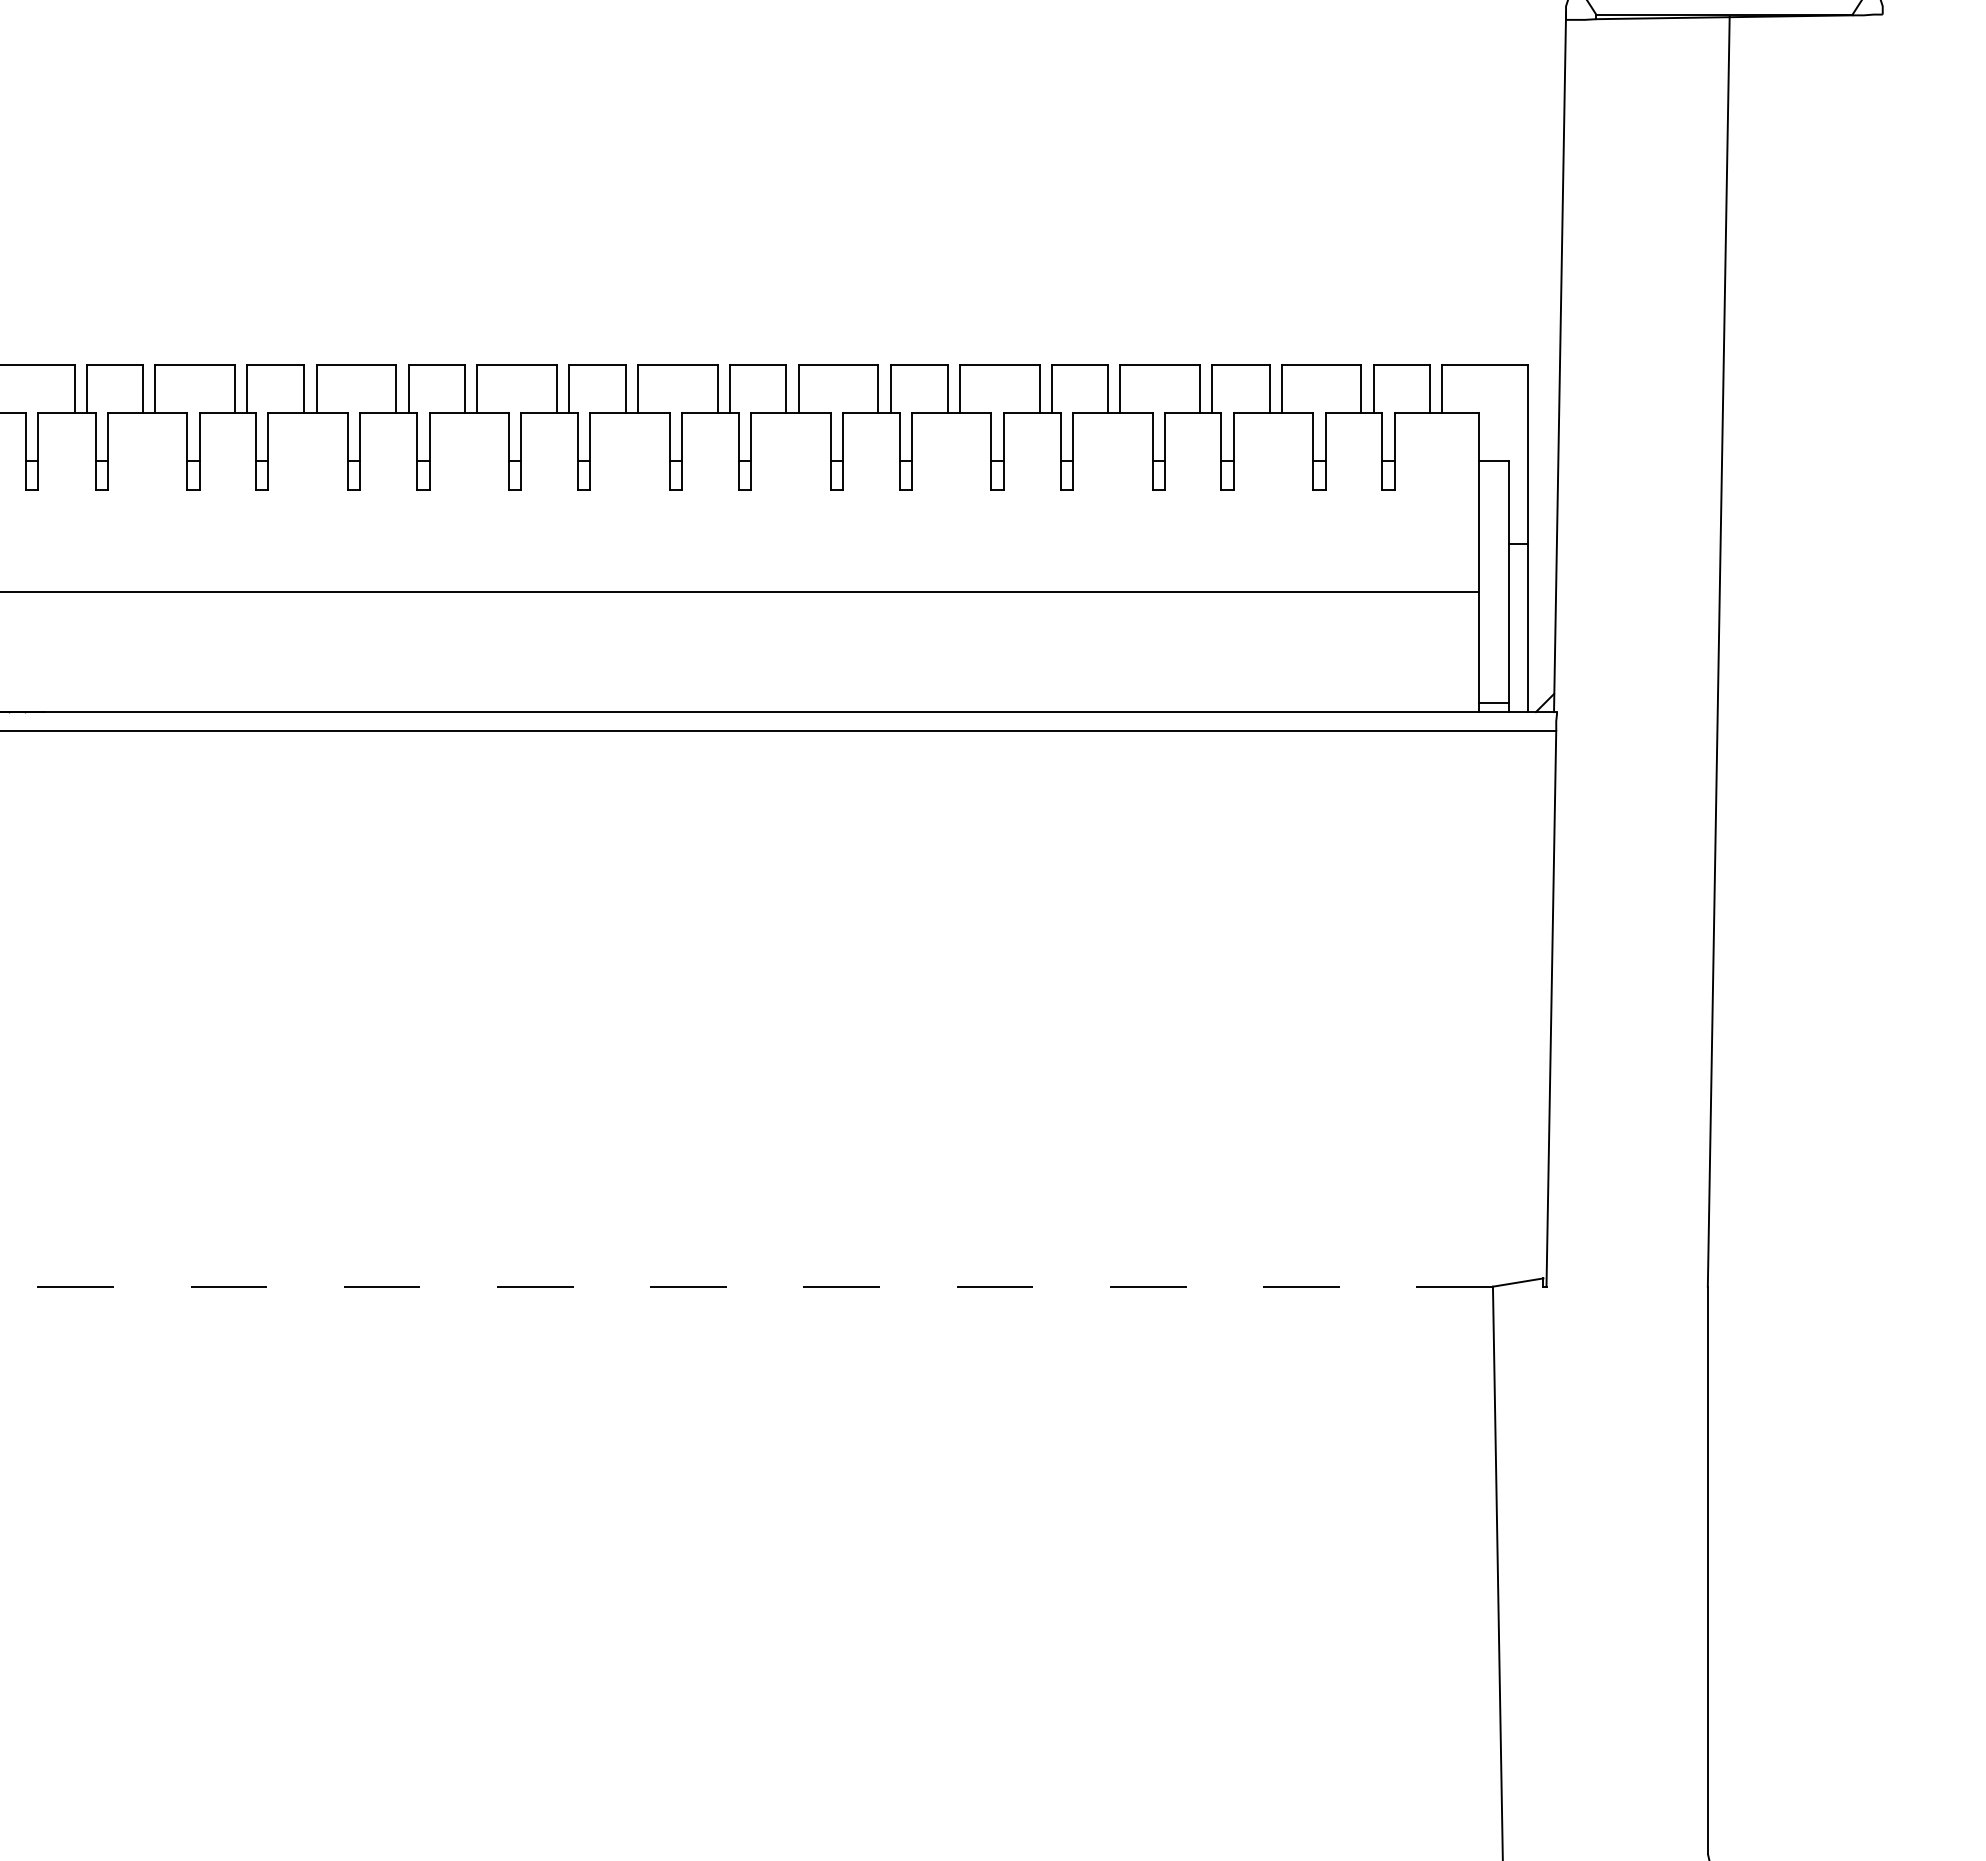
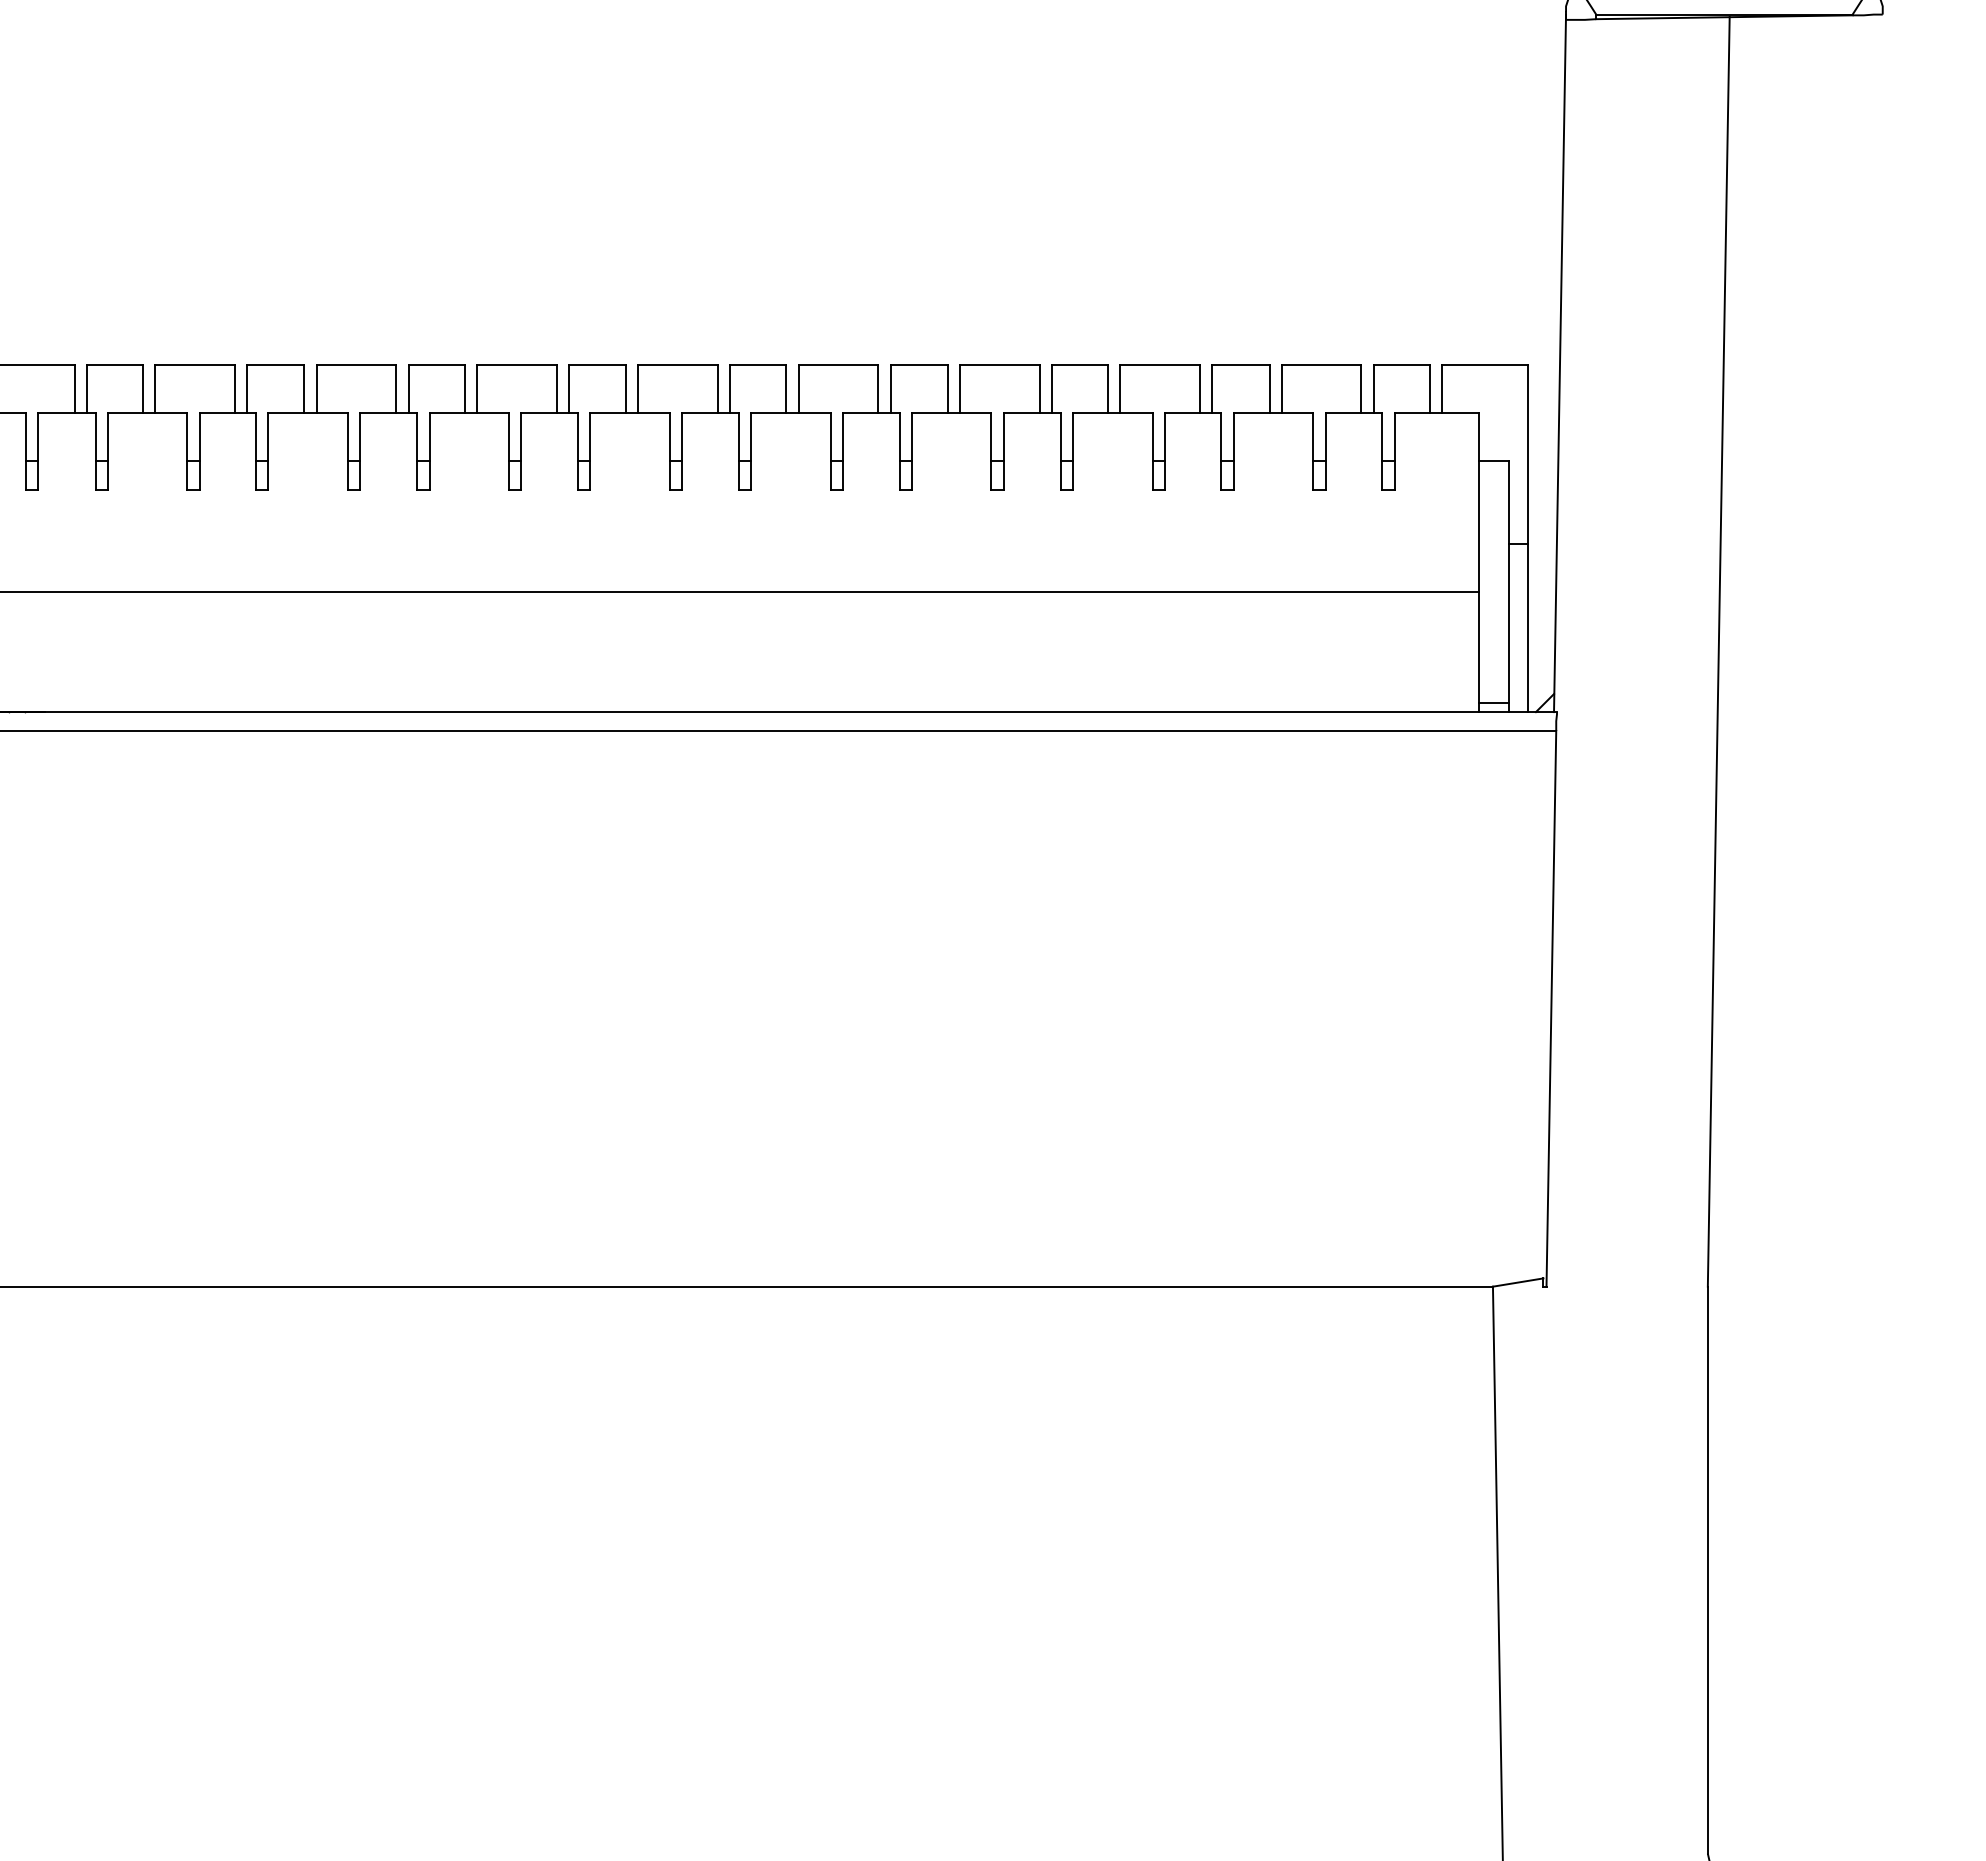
line at (746, 1286): dashed -> solid
